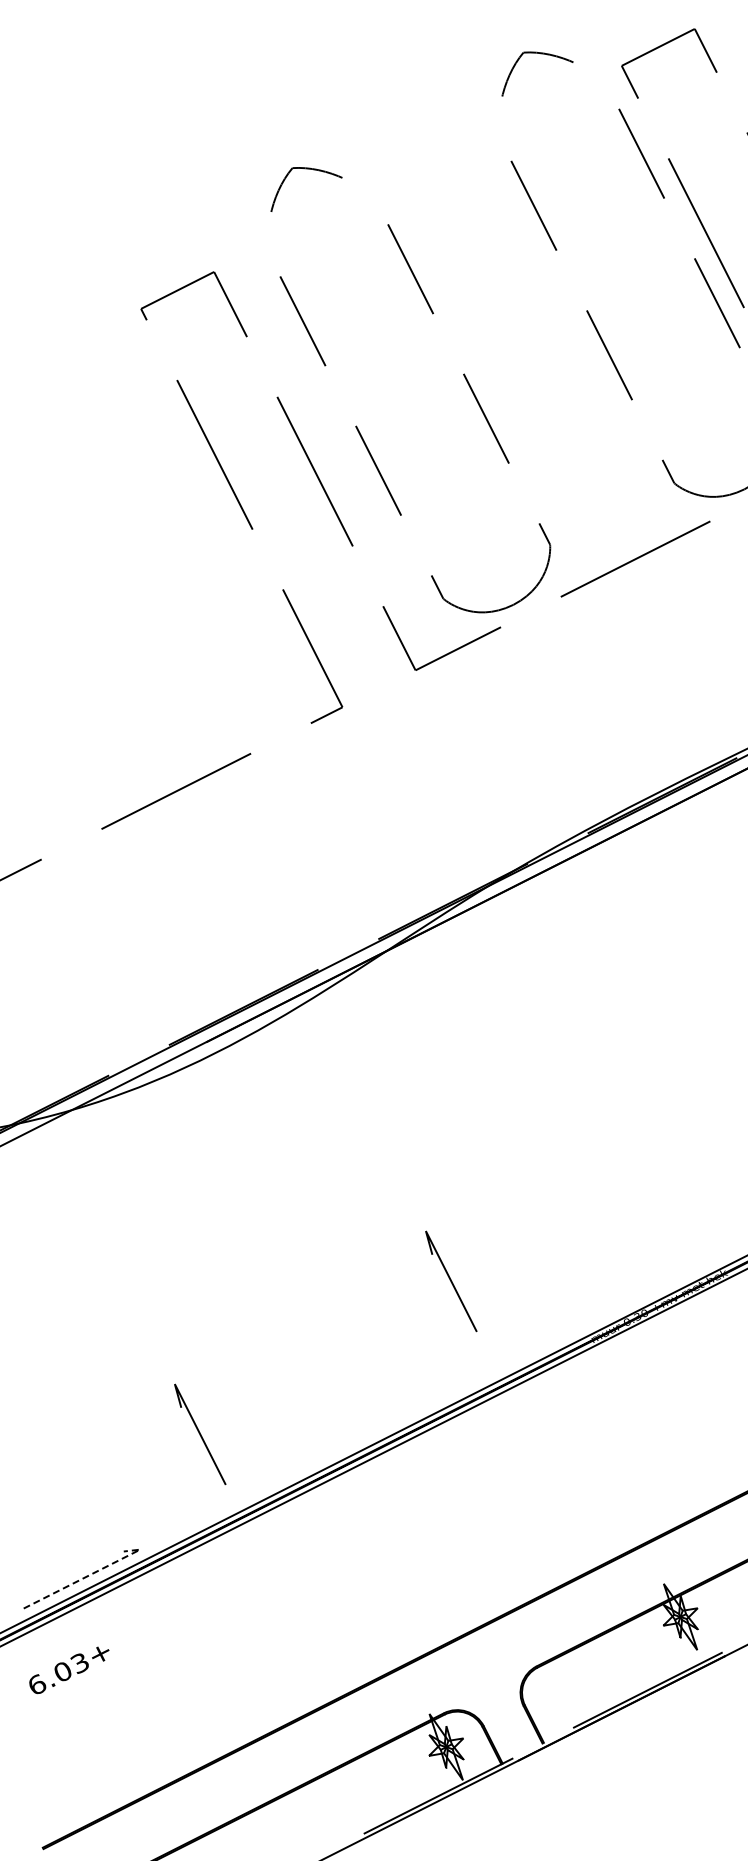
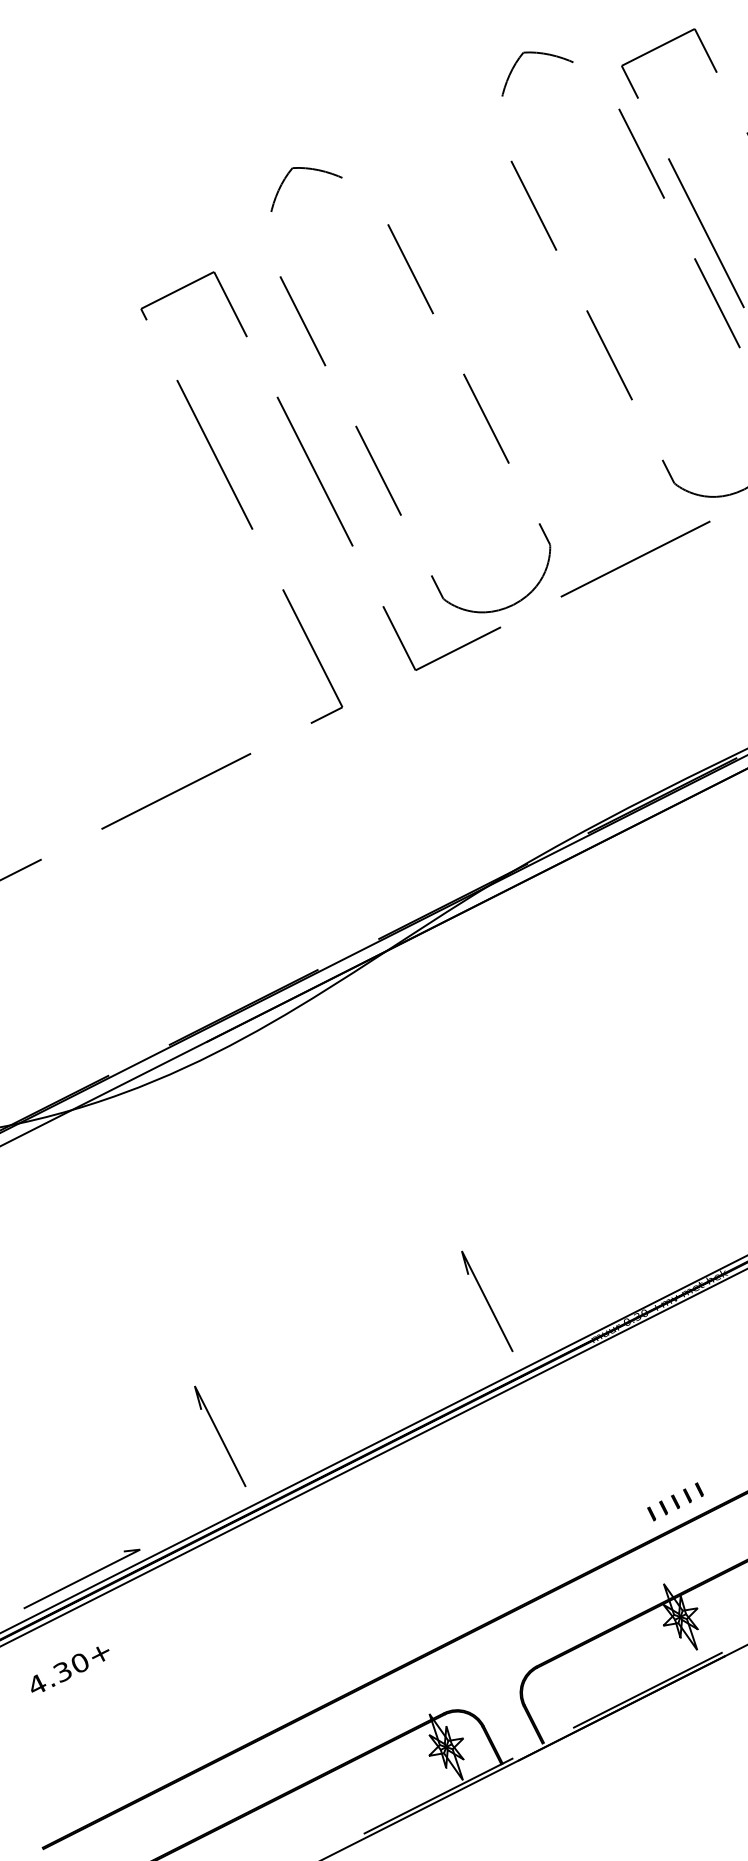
line at (451, 1281) position: (451, 1281) -> (487, 1301)
line at (200, 1434) position: (200, 1434) -> (220, 1436)
part at (675, 1501): none -> present
line at (90, 1574): dashed -> solid
text at (58, 1673): 6.03+ -> 4.30+
